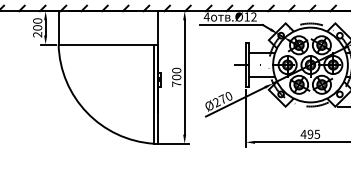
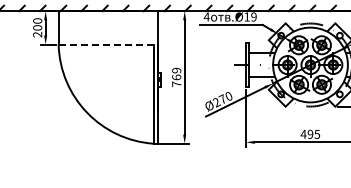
text at (253, 17): .Ø12 -> .Ø19
line at (108, 44): solid -> dashed
text at (176, 73): 700 -> 769
